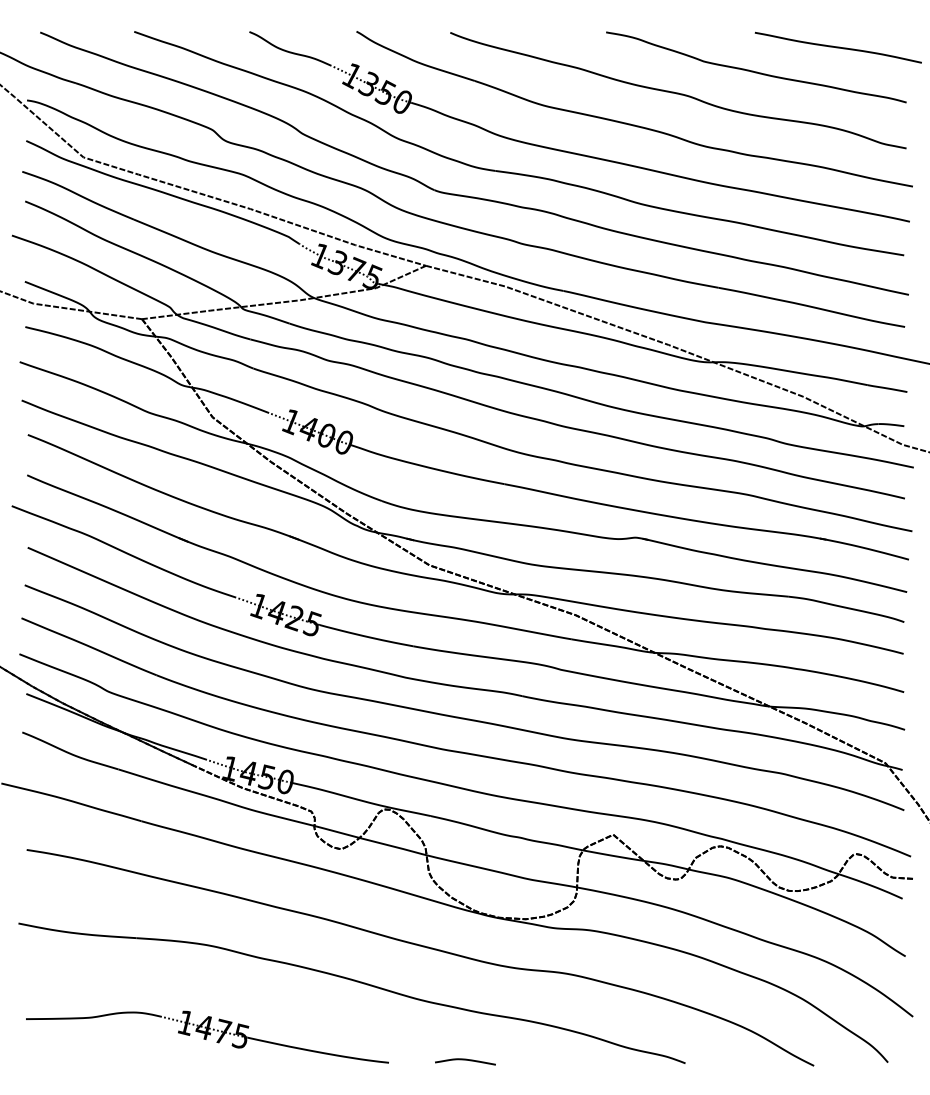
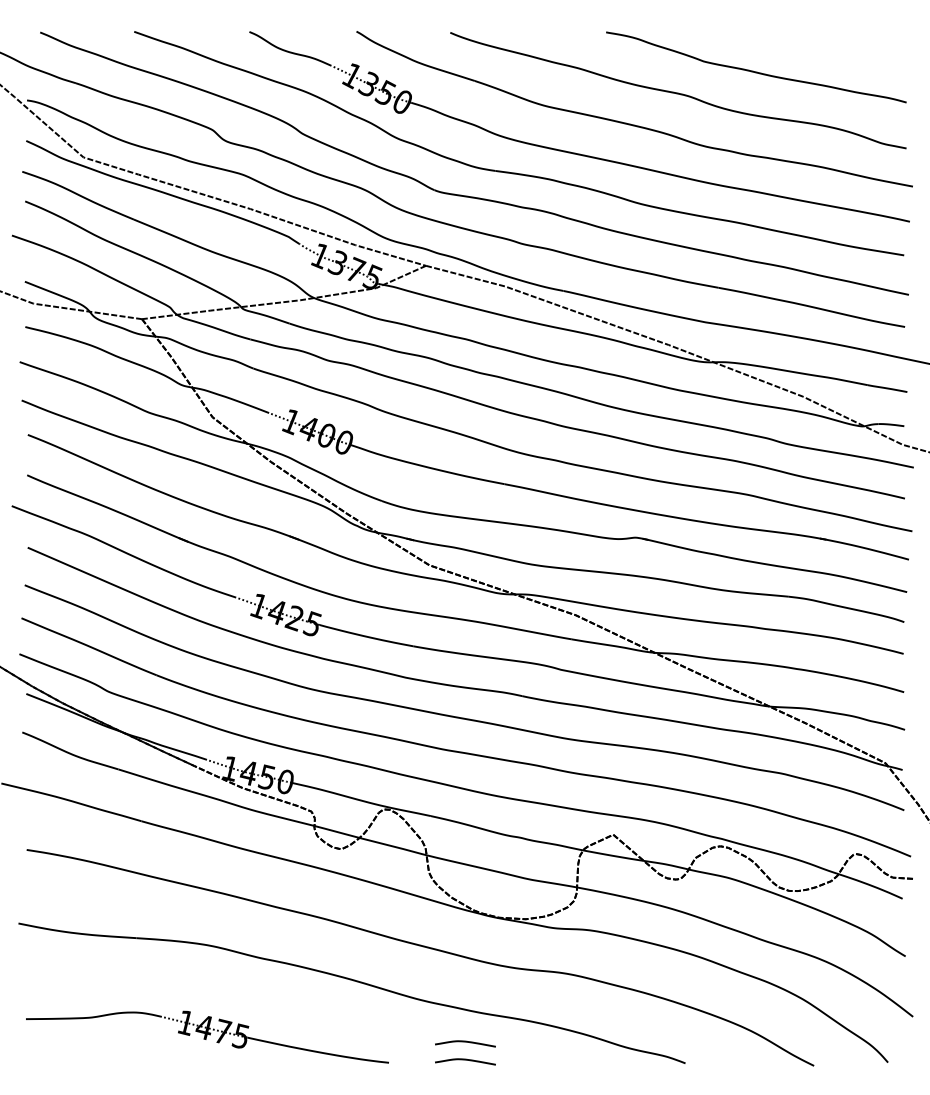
curve at (837, 47): present -> none
curve at (465, 1042): none -> present
